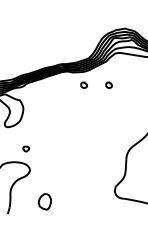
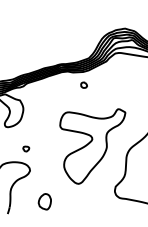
part at (108, 84): present -> none
part at (92, 146): none -> present
